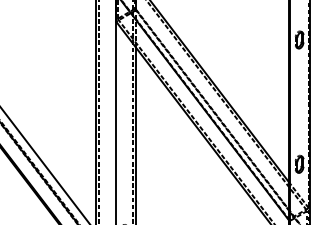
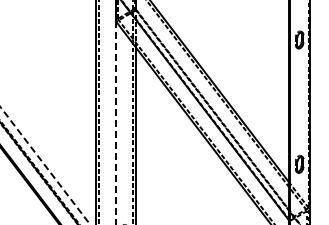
line at (116, 111): solid -> dashed
line at (45, 165): solid -> dashed
